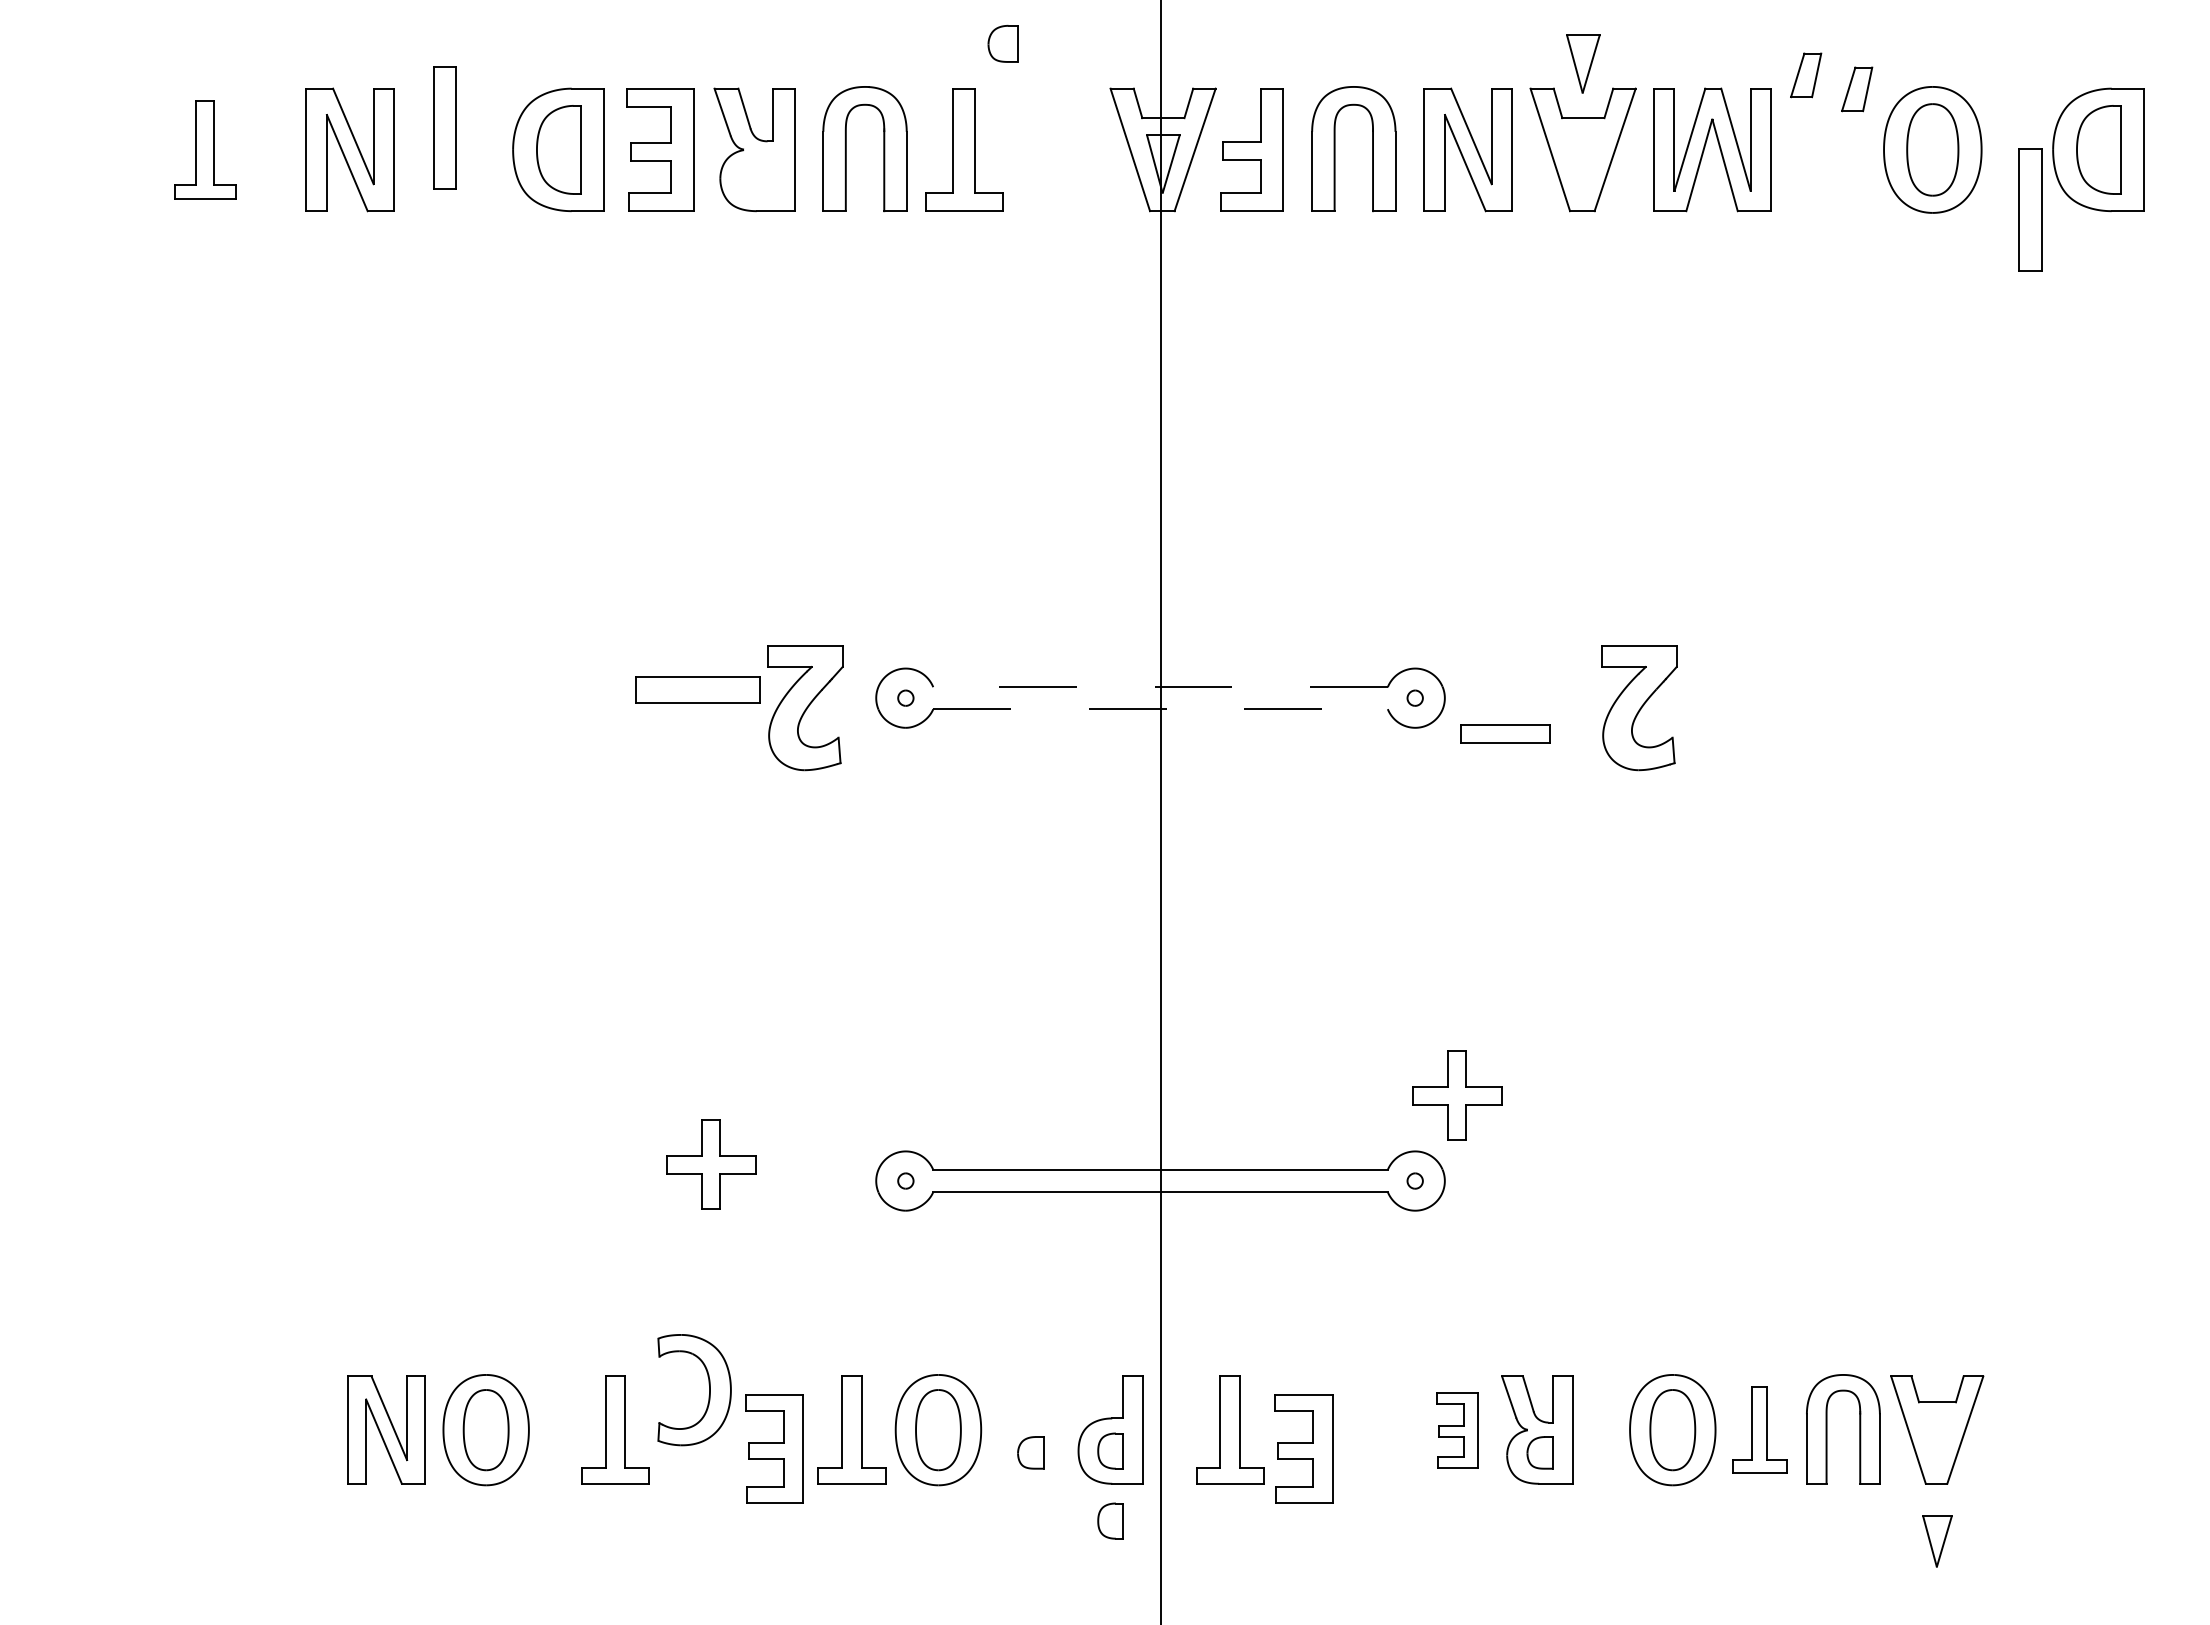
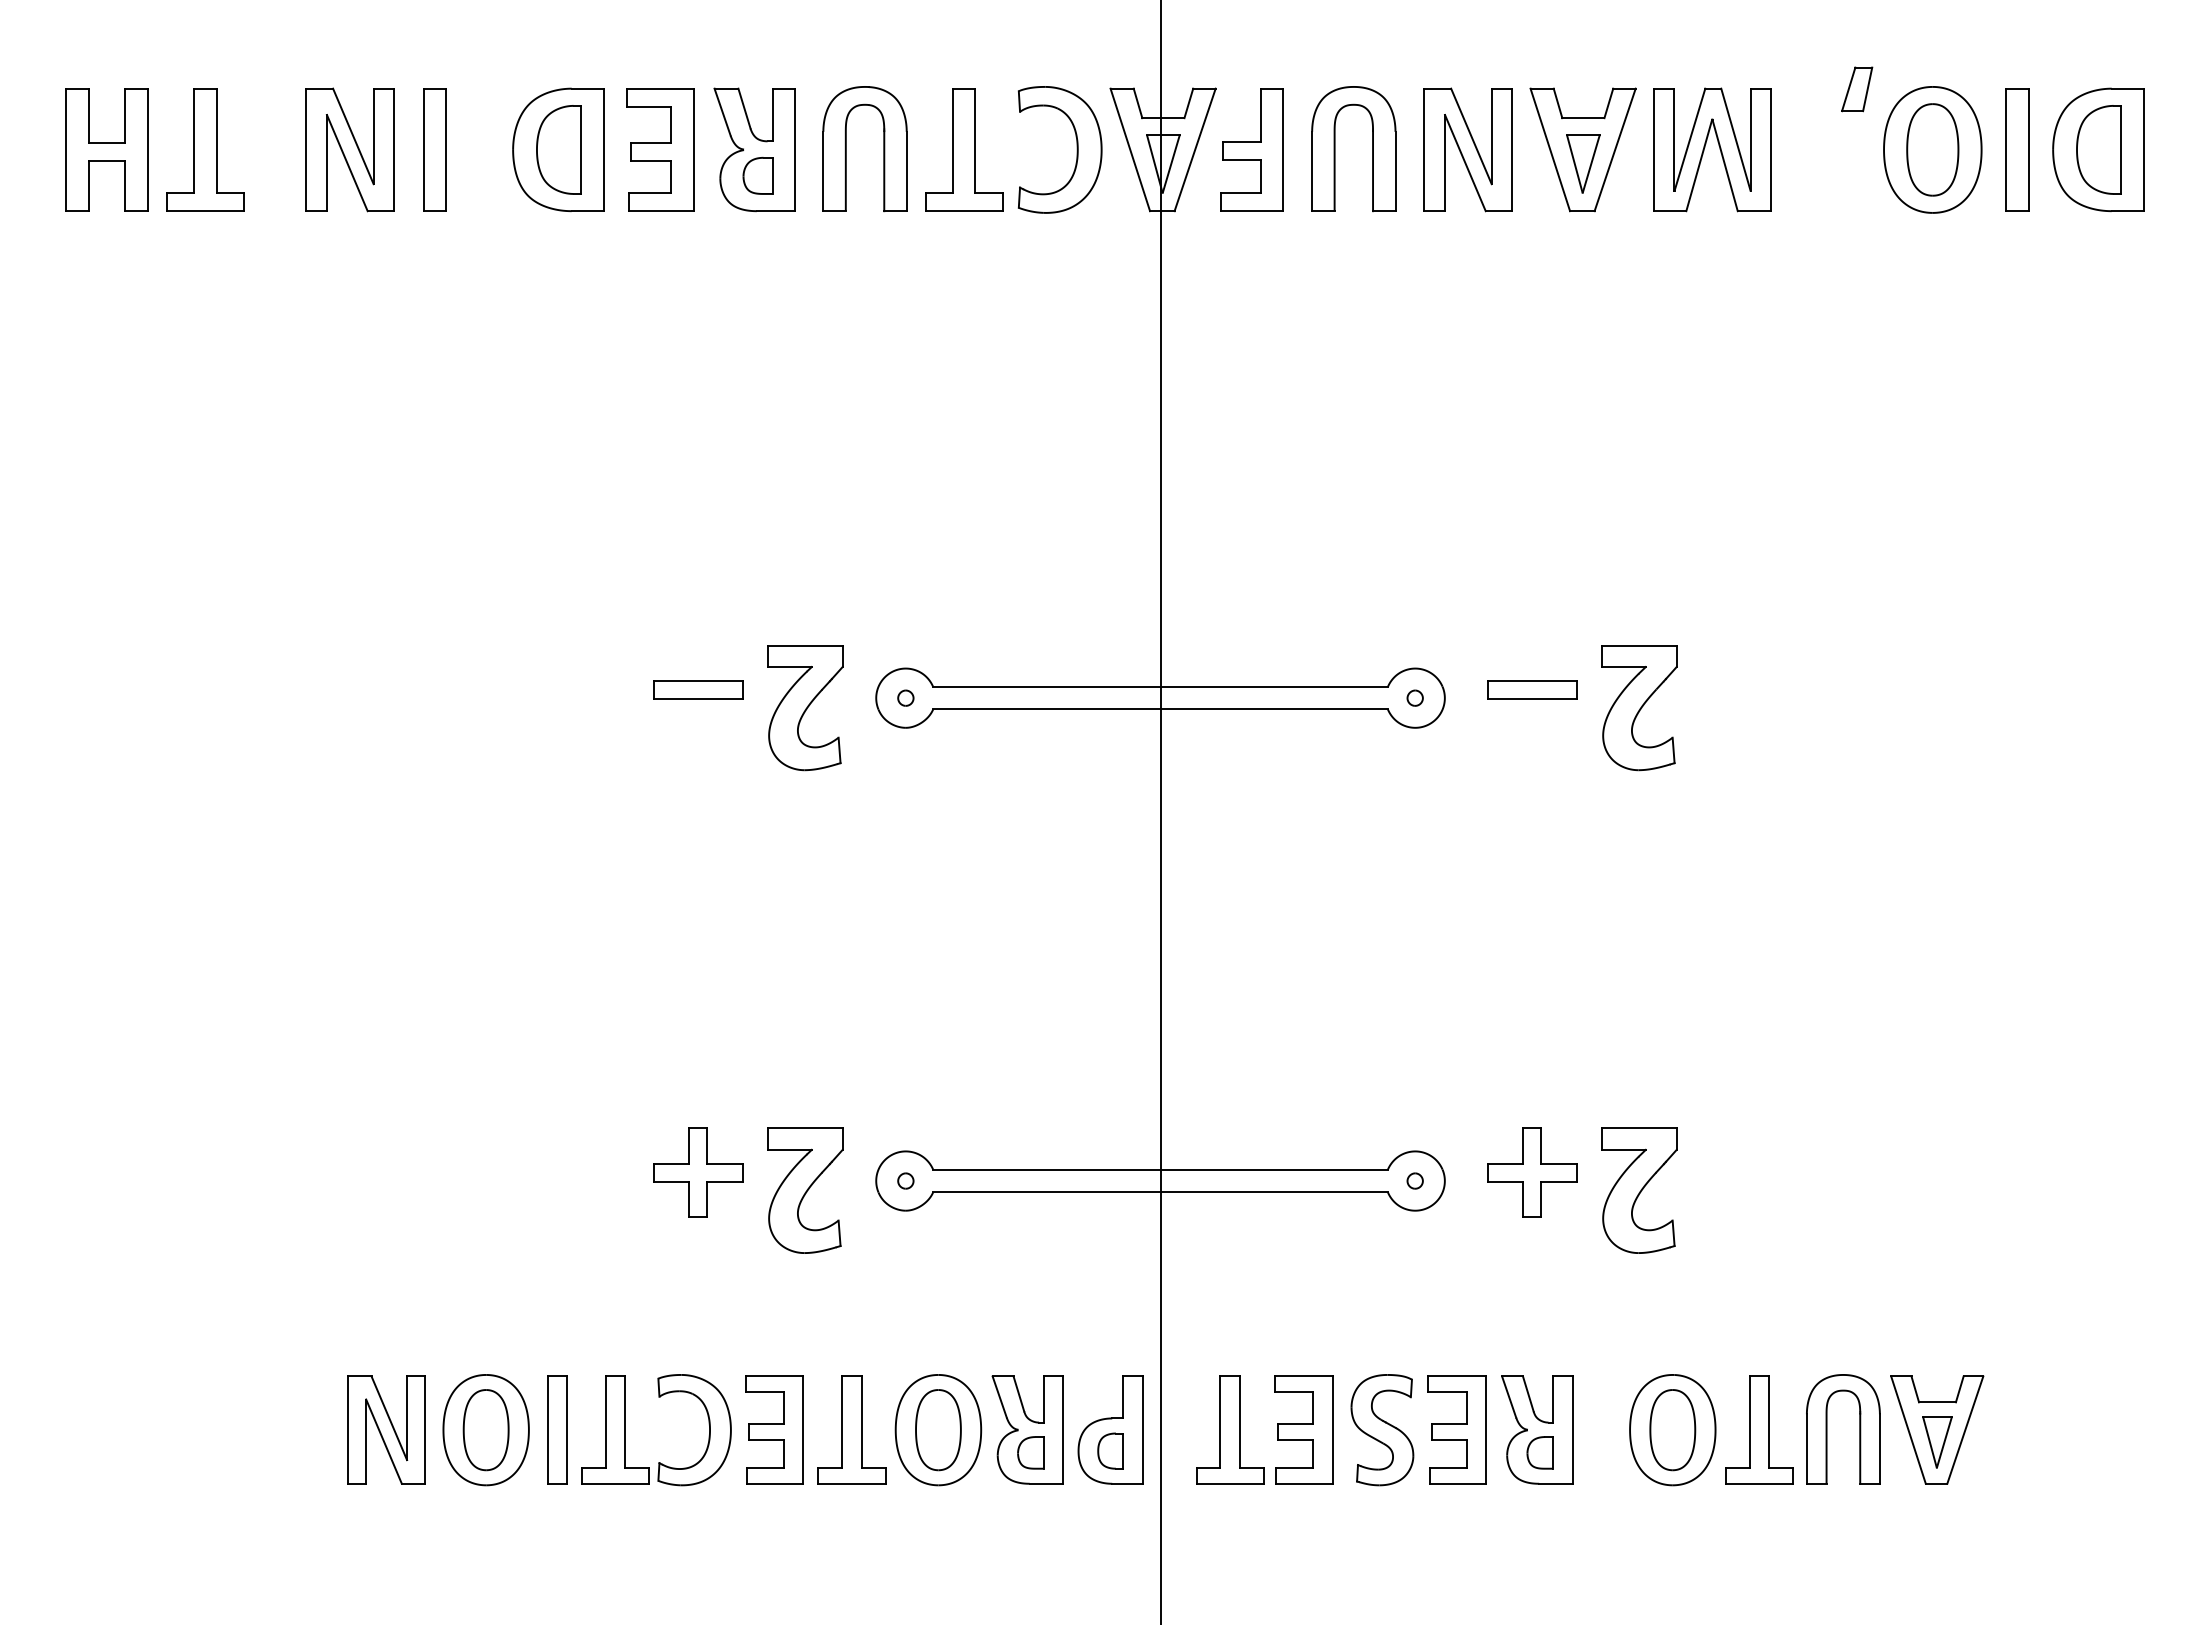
part at (1002, 43) position: (1002, 43) -> (757, 175)
part at (1583, 63) position: (1583, 63) -> (1583, 163)
part at (1806, 75): present -> none
part at (444, 127) position: (444, 127) -> (434, 149)
part at (106, 149): none -> present
part at (205, 149) size: 63x100 px -> 79x124 px
part at (1076, 149): none -> present
part at (2030, 209) position: (2030, 209) -> (2017, 149)
line at (1160, 687): dashed -> solid
part at (697, 689) size: 126x28 px -> 91x20 px
line at (1161, 709): dashed -> solid
part at (1505, 733) position: (1505, 733) -> (1532, 689)
part at (1457, 1095) position: (1457, 1095) -> (1532, 1172)
part at (711, 1164) position: (711, 1164) -> (698, 1172)
part at (805, 1190): none -> present
part at (1639, 1190): none -> present
part at (708, 1395) position: (708, 1395) -> (708, 1435)
part at (557, 1429): none -> present
part at (1027, 1429): none -> present
part at (1759, 1429) size: 56x88 px -> 69x110 px
part at (1382, 1430): none -> present
part at (1457, 1430) size: 43x77 px -> 60x110 px
part at (774, 1448) position: (774, 1448) -> (774, 1429)
part at (1303, 1448) position: (1303, 1448) -> (1303, 1429)
part at (1110, 1520): present -> none
part at (1937, 1541) position: (1937, 1541) -> (1937, 1442)
